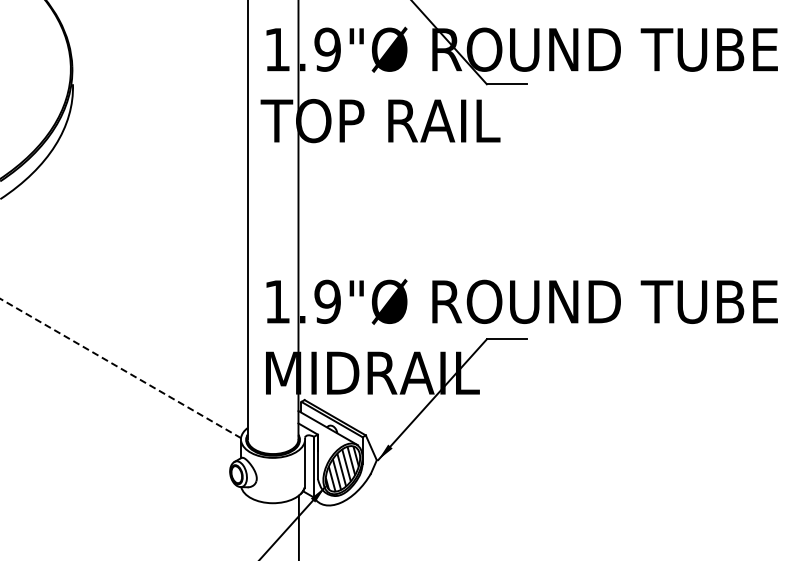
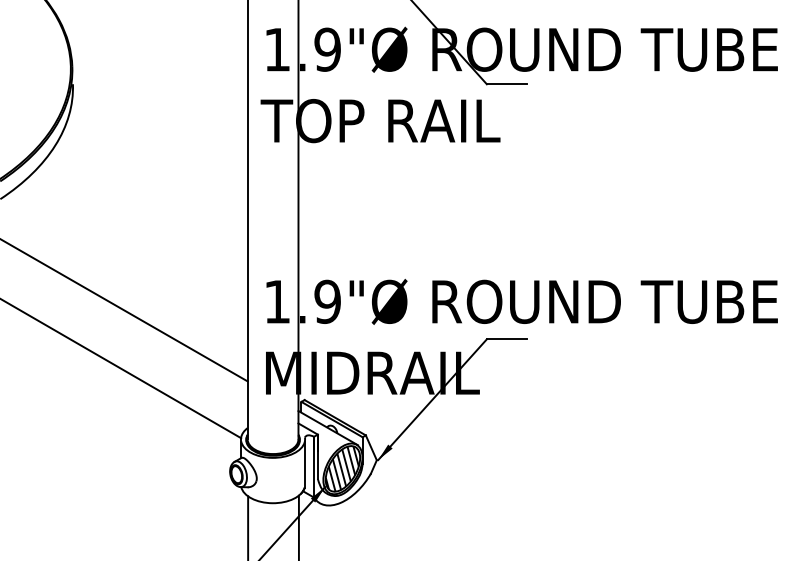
line at (124, 310): none -> present
line at (120, 368): dashed -> solid
line at (248, 526): none -> present
